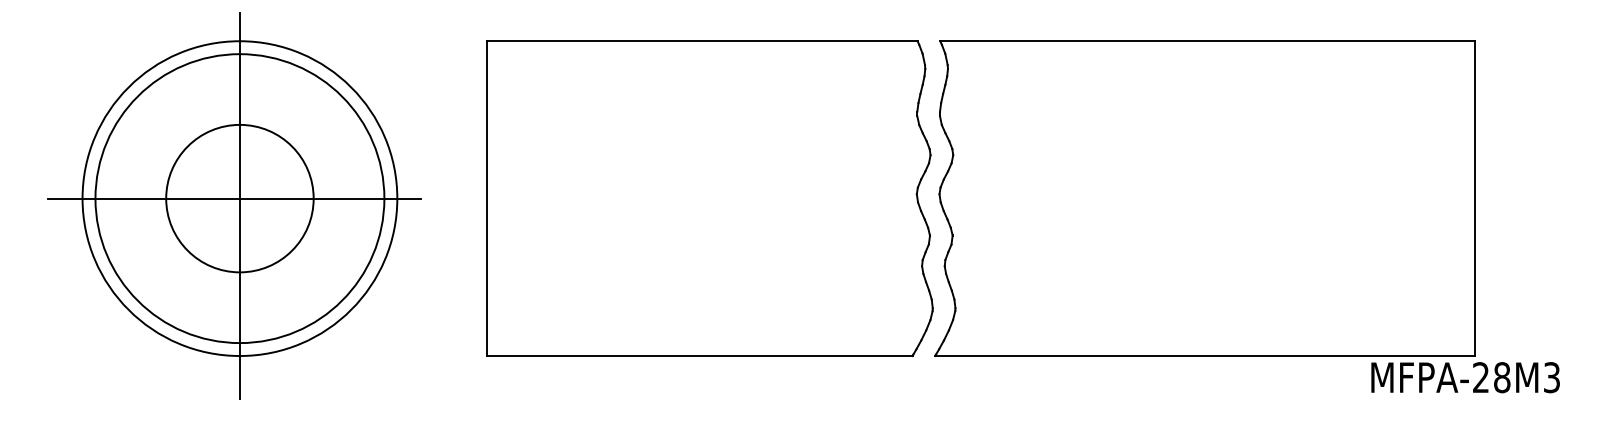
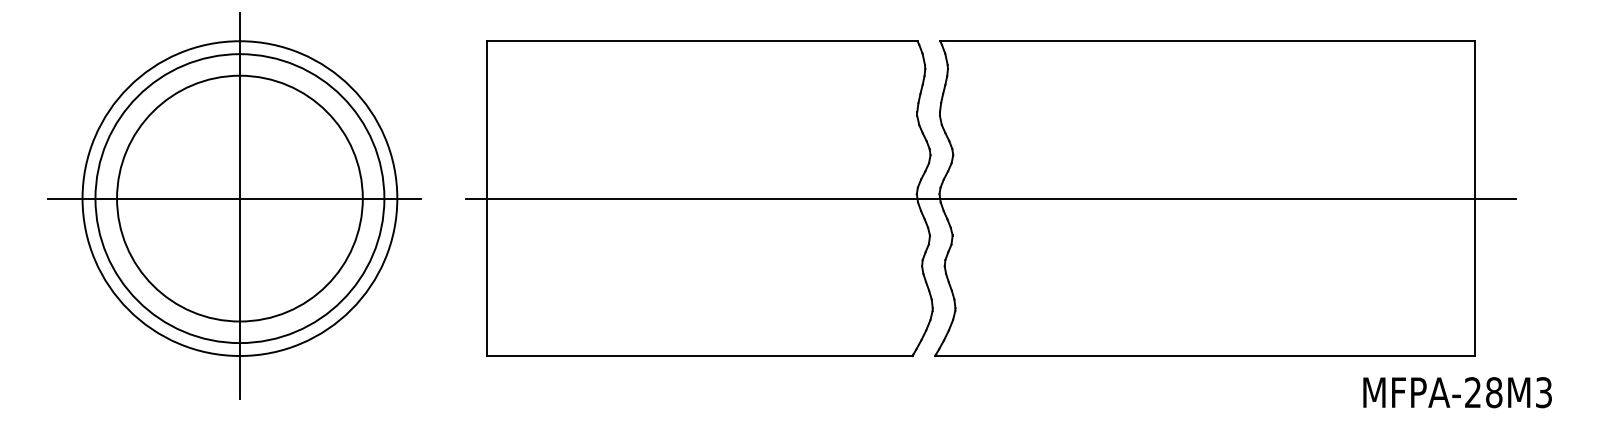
circle at (239, 198) diameter: 147 px -> 246 px
line at (990, 198): none -> present
text at (1465, 377) position: (1465, 377) -> (1457, 392)
